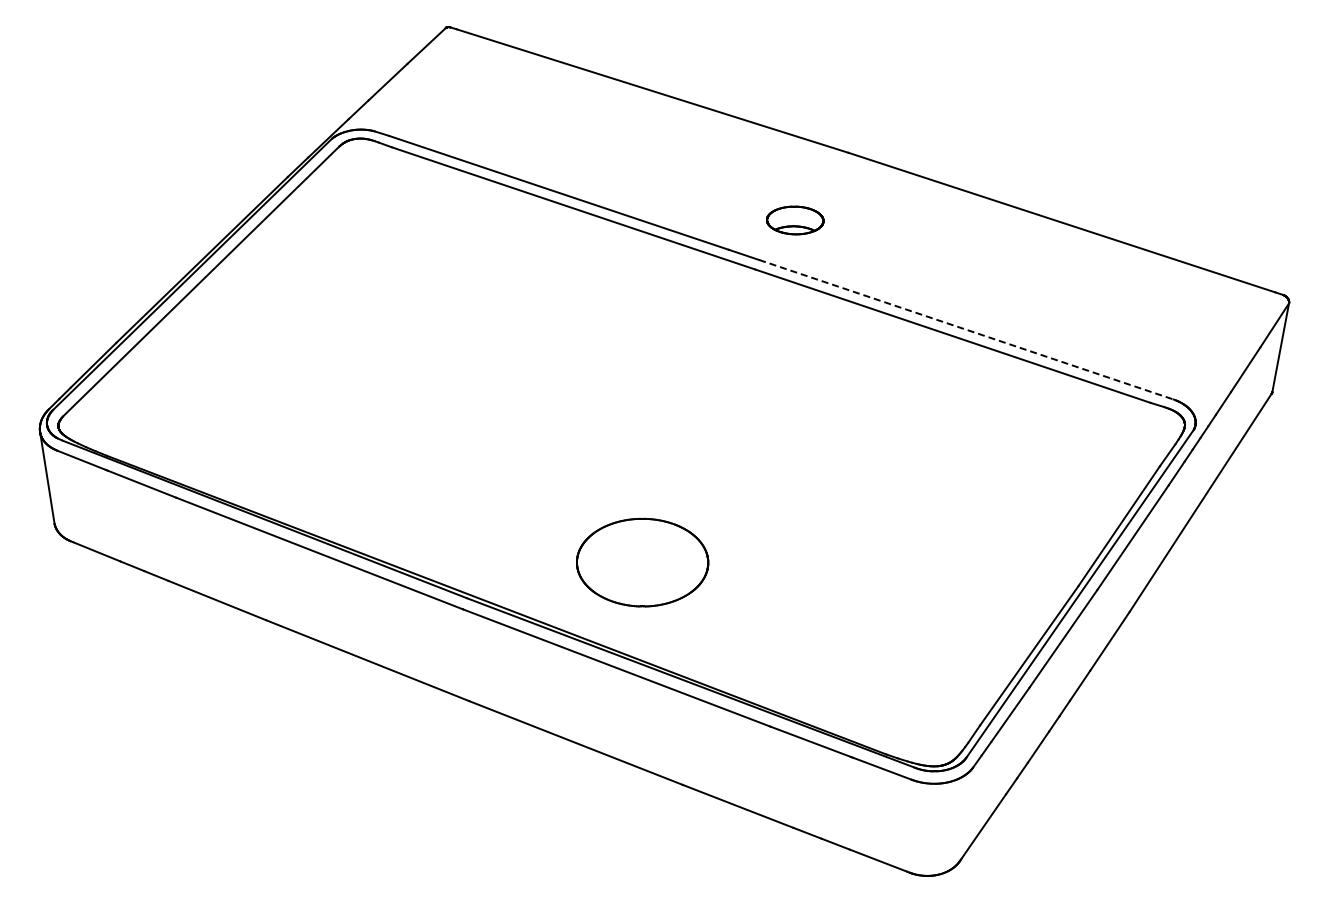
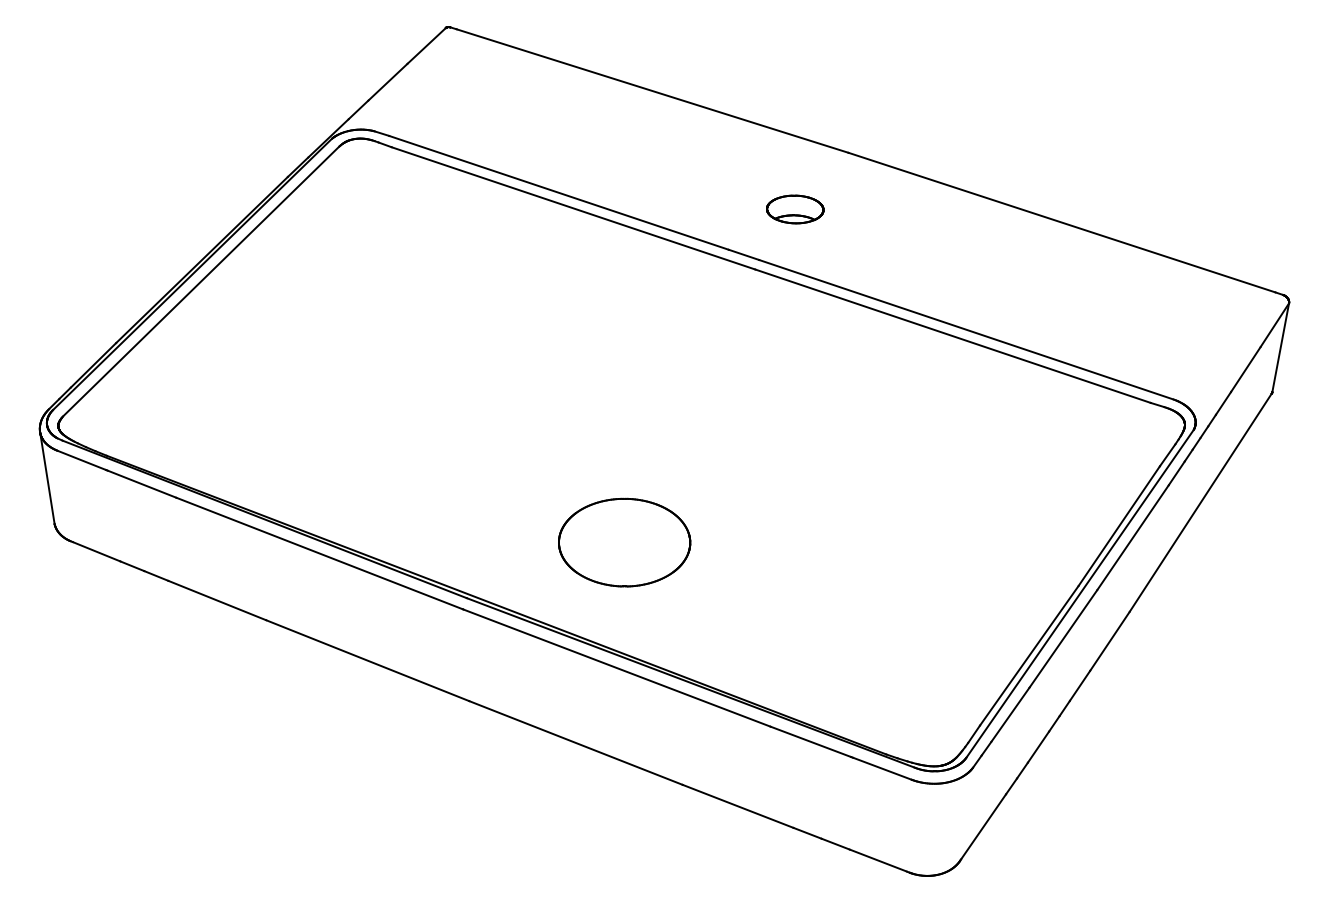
part at (795, 220) position: (795, 220) -> (795, 209)
line at (966, 329): dashed -> solid
part at (642, 562) position: (642, 562) -> (624, 542)
